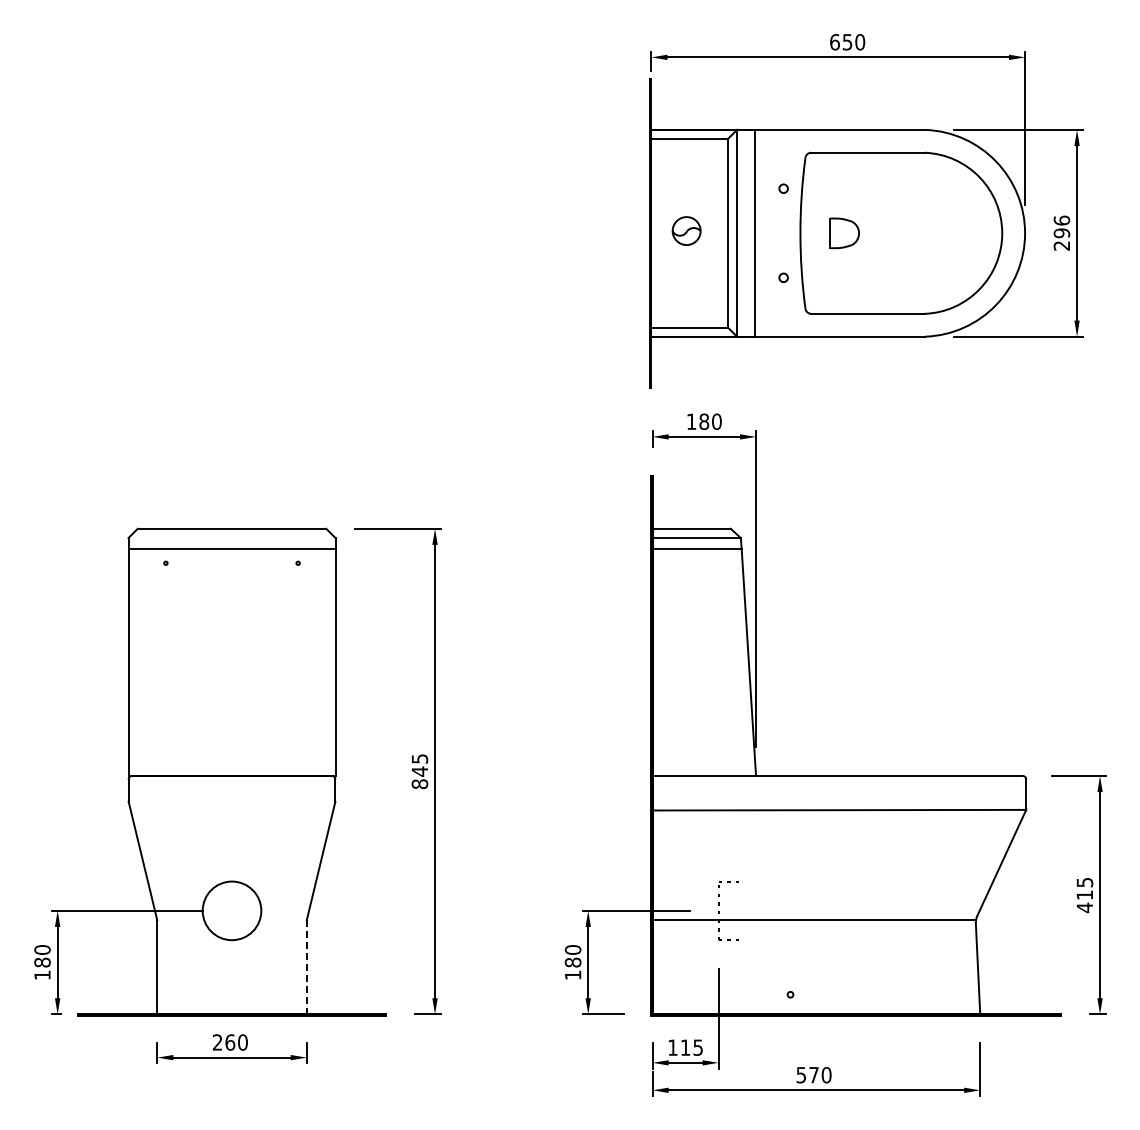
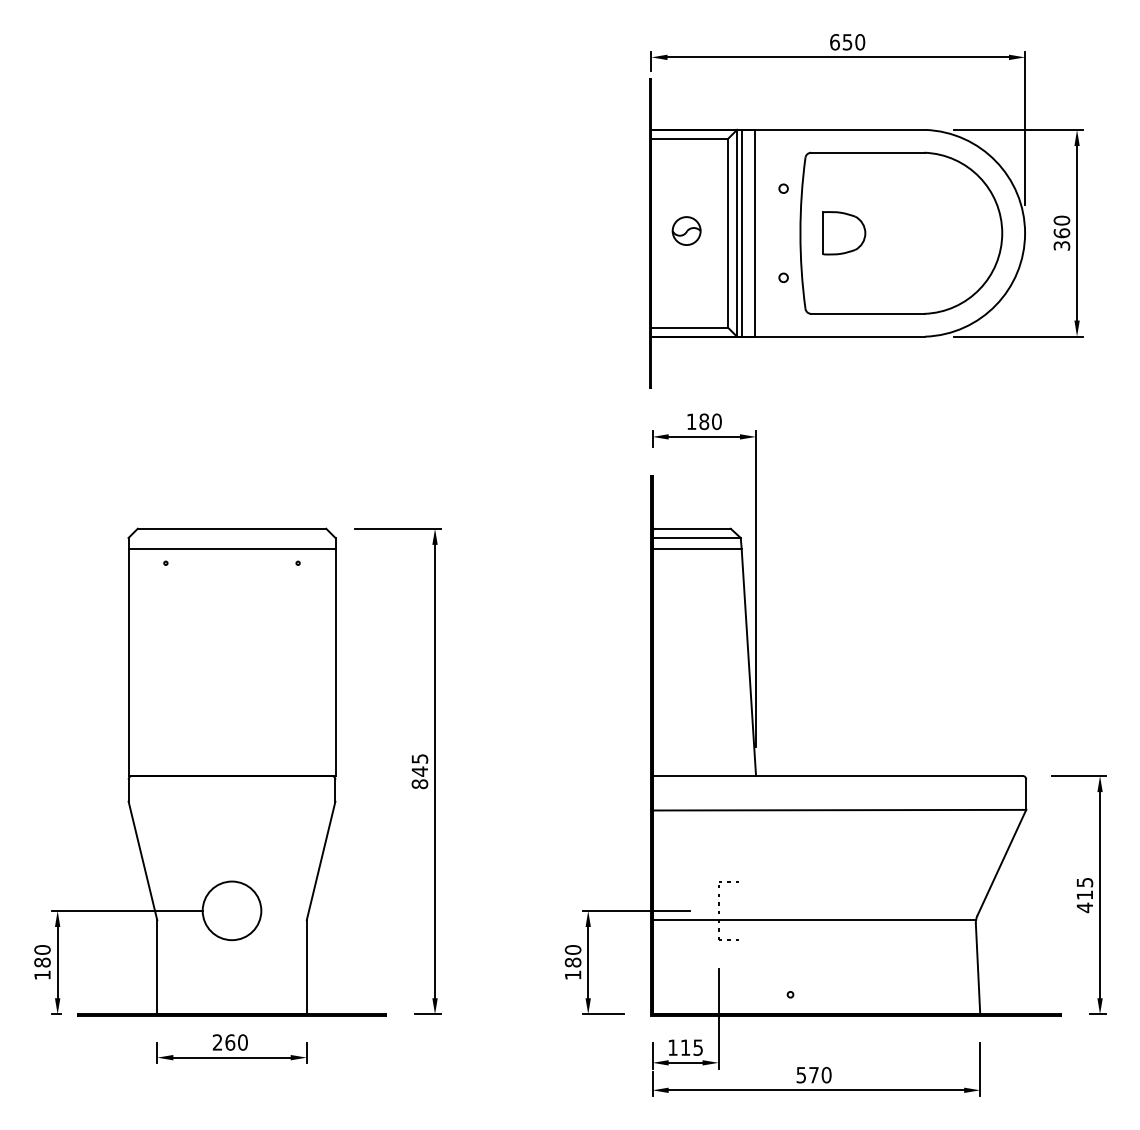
line at (741, 232): none -> present
text at (1061, 232): 296 -> 360
part at (844, 233) size: 31x33 px -> 45x45 px
line at (306, 967): dashed -> solid
